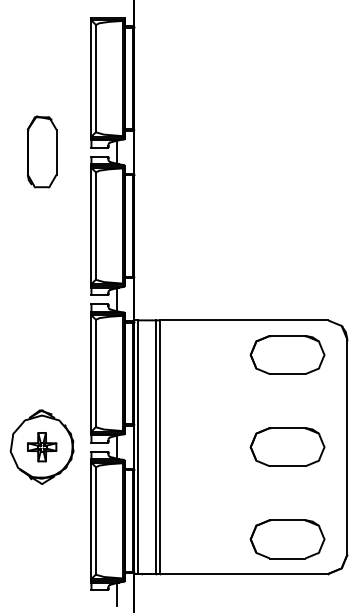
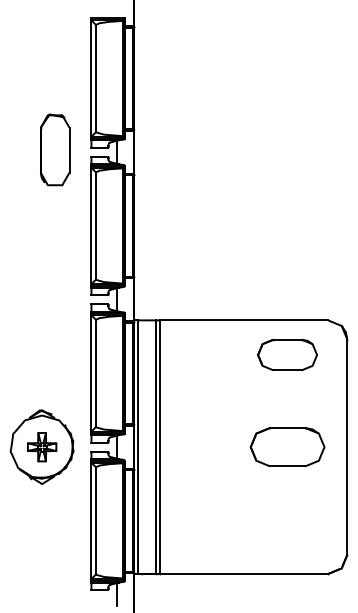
part at (42, 151) position: (42, 151) -> (55, 149)
part at (287, 354) size: 77x40 px -> 61x33 px
part at (287, 539): present -> none
